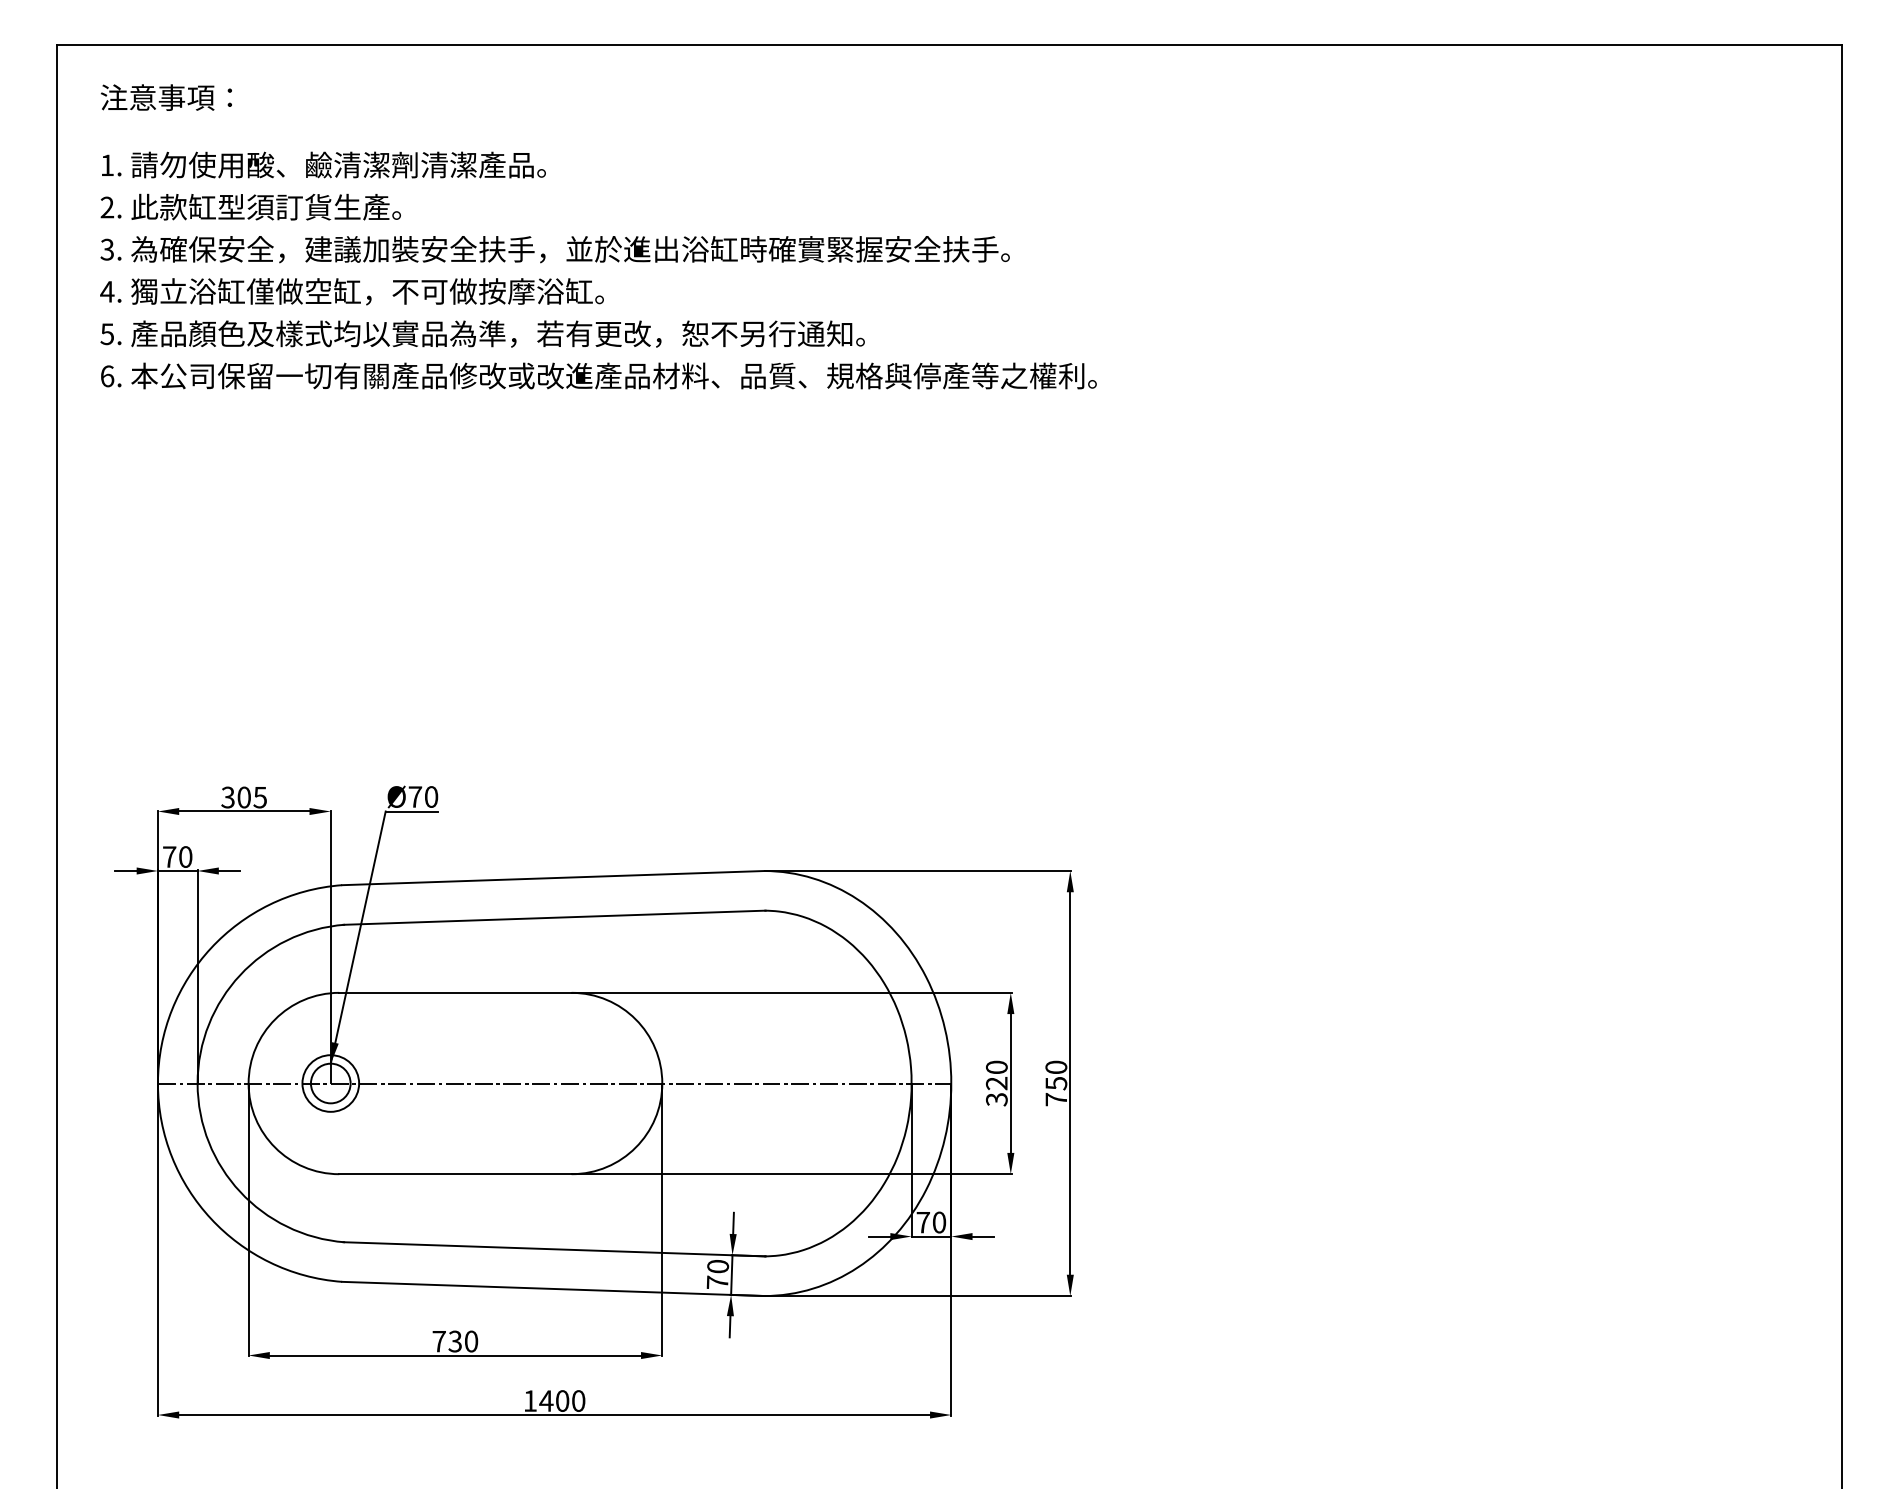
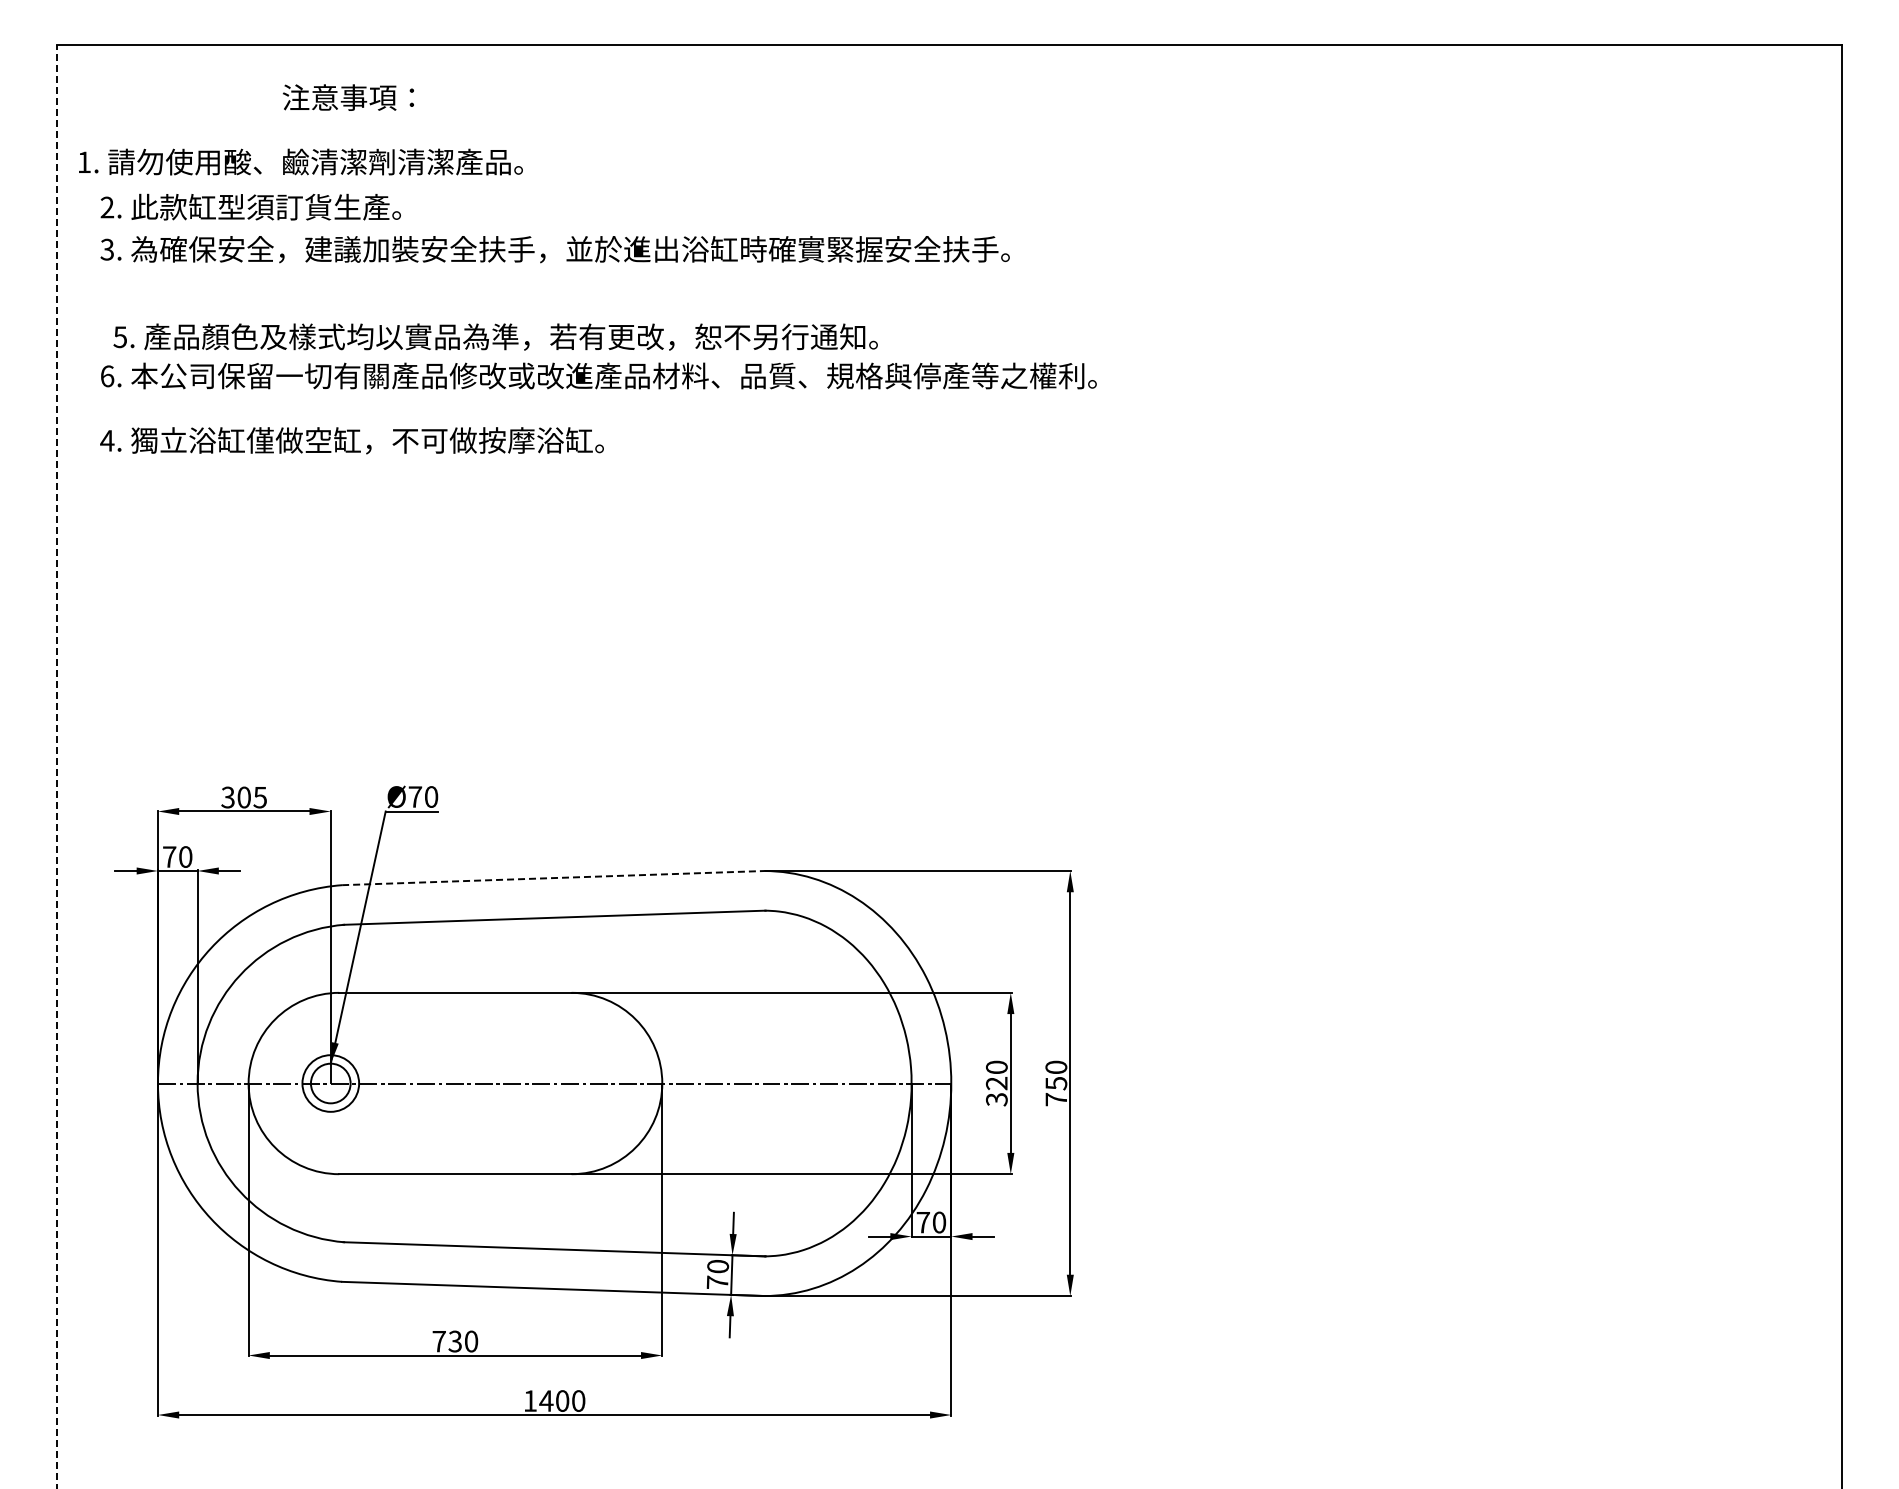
text at (165, 97) position: (165, 97) -> (347, 97)
text at (323, 164) position: (323, 164) -> (300, 161)
text at (351, 291) position: (351, 291) -> (351, 440)
text at (482, 333) position: (482, 333) -> (495, 336)
line at (56, 766): solid -> dashed
line at (553, 878): solid -> dashed
